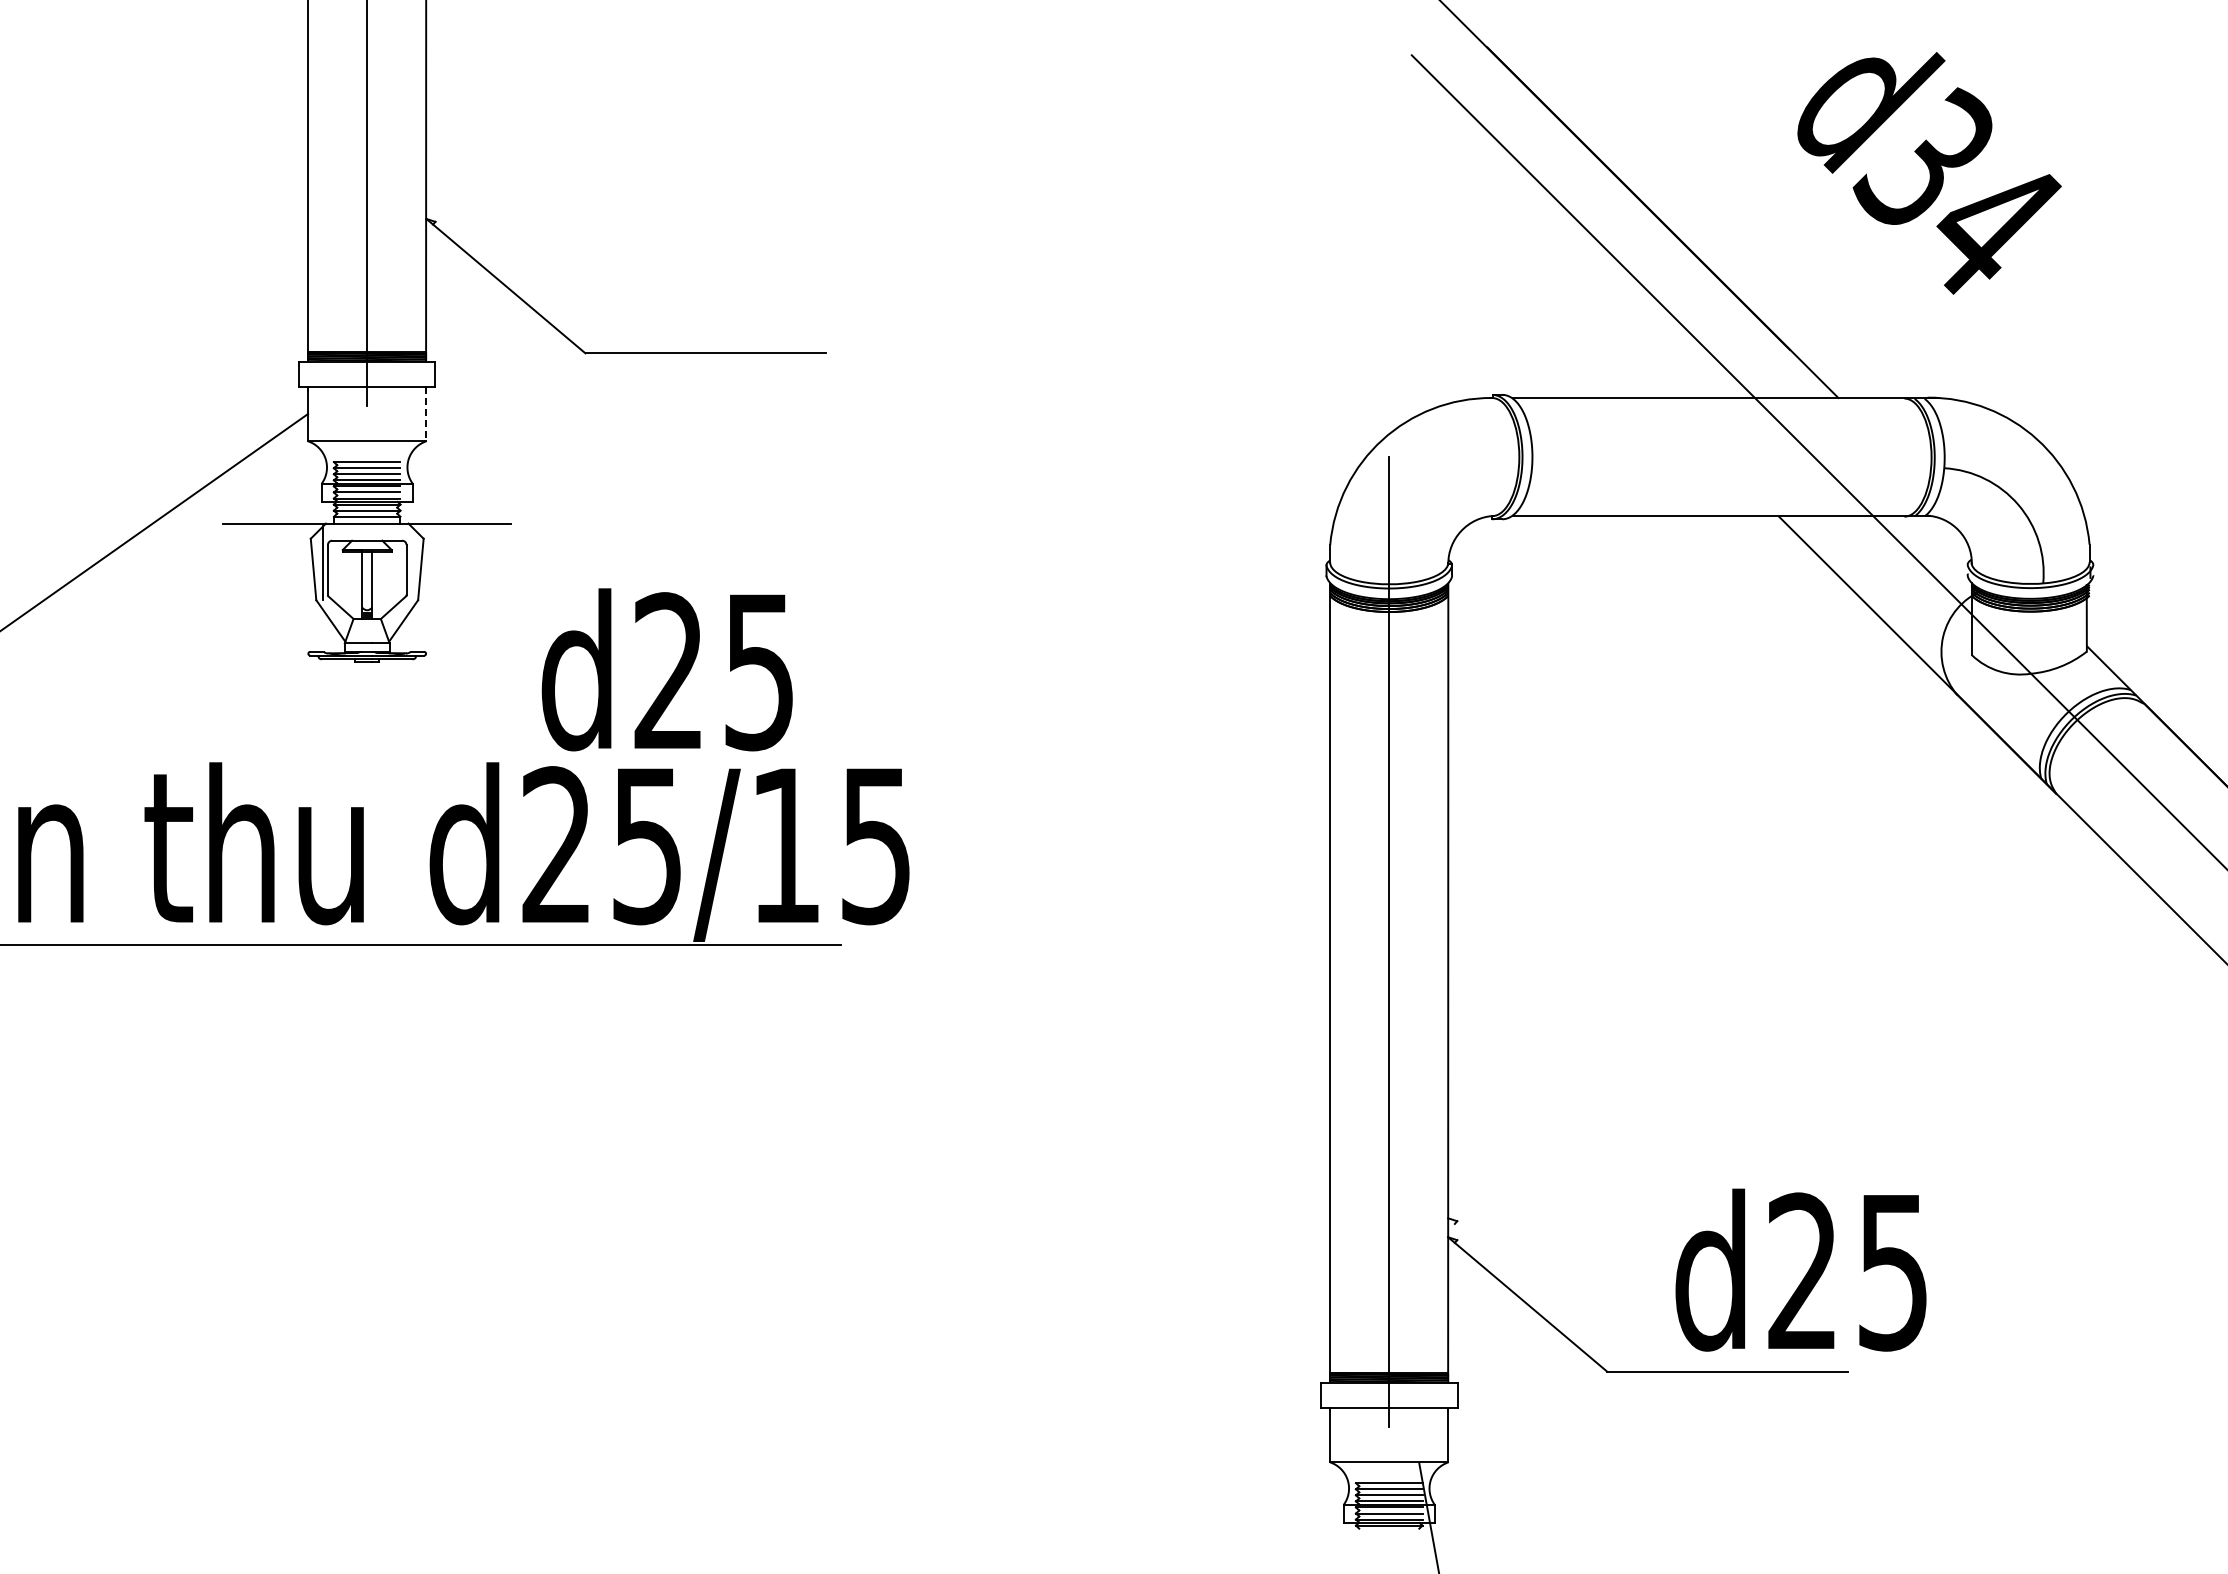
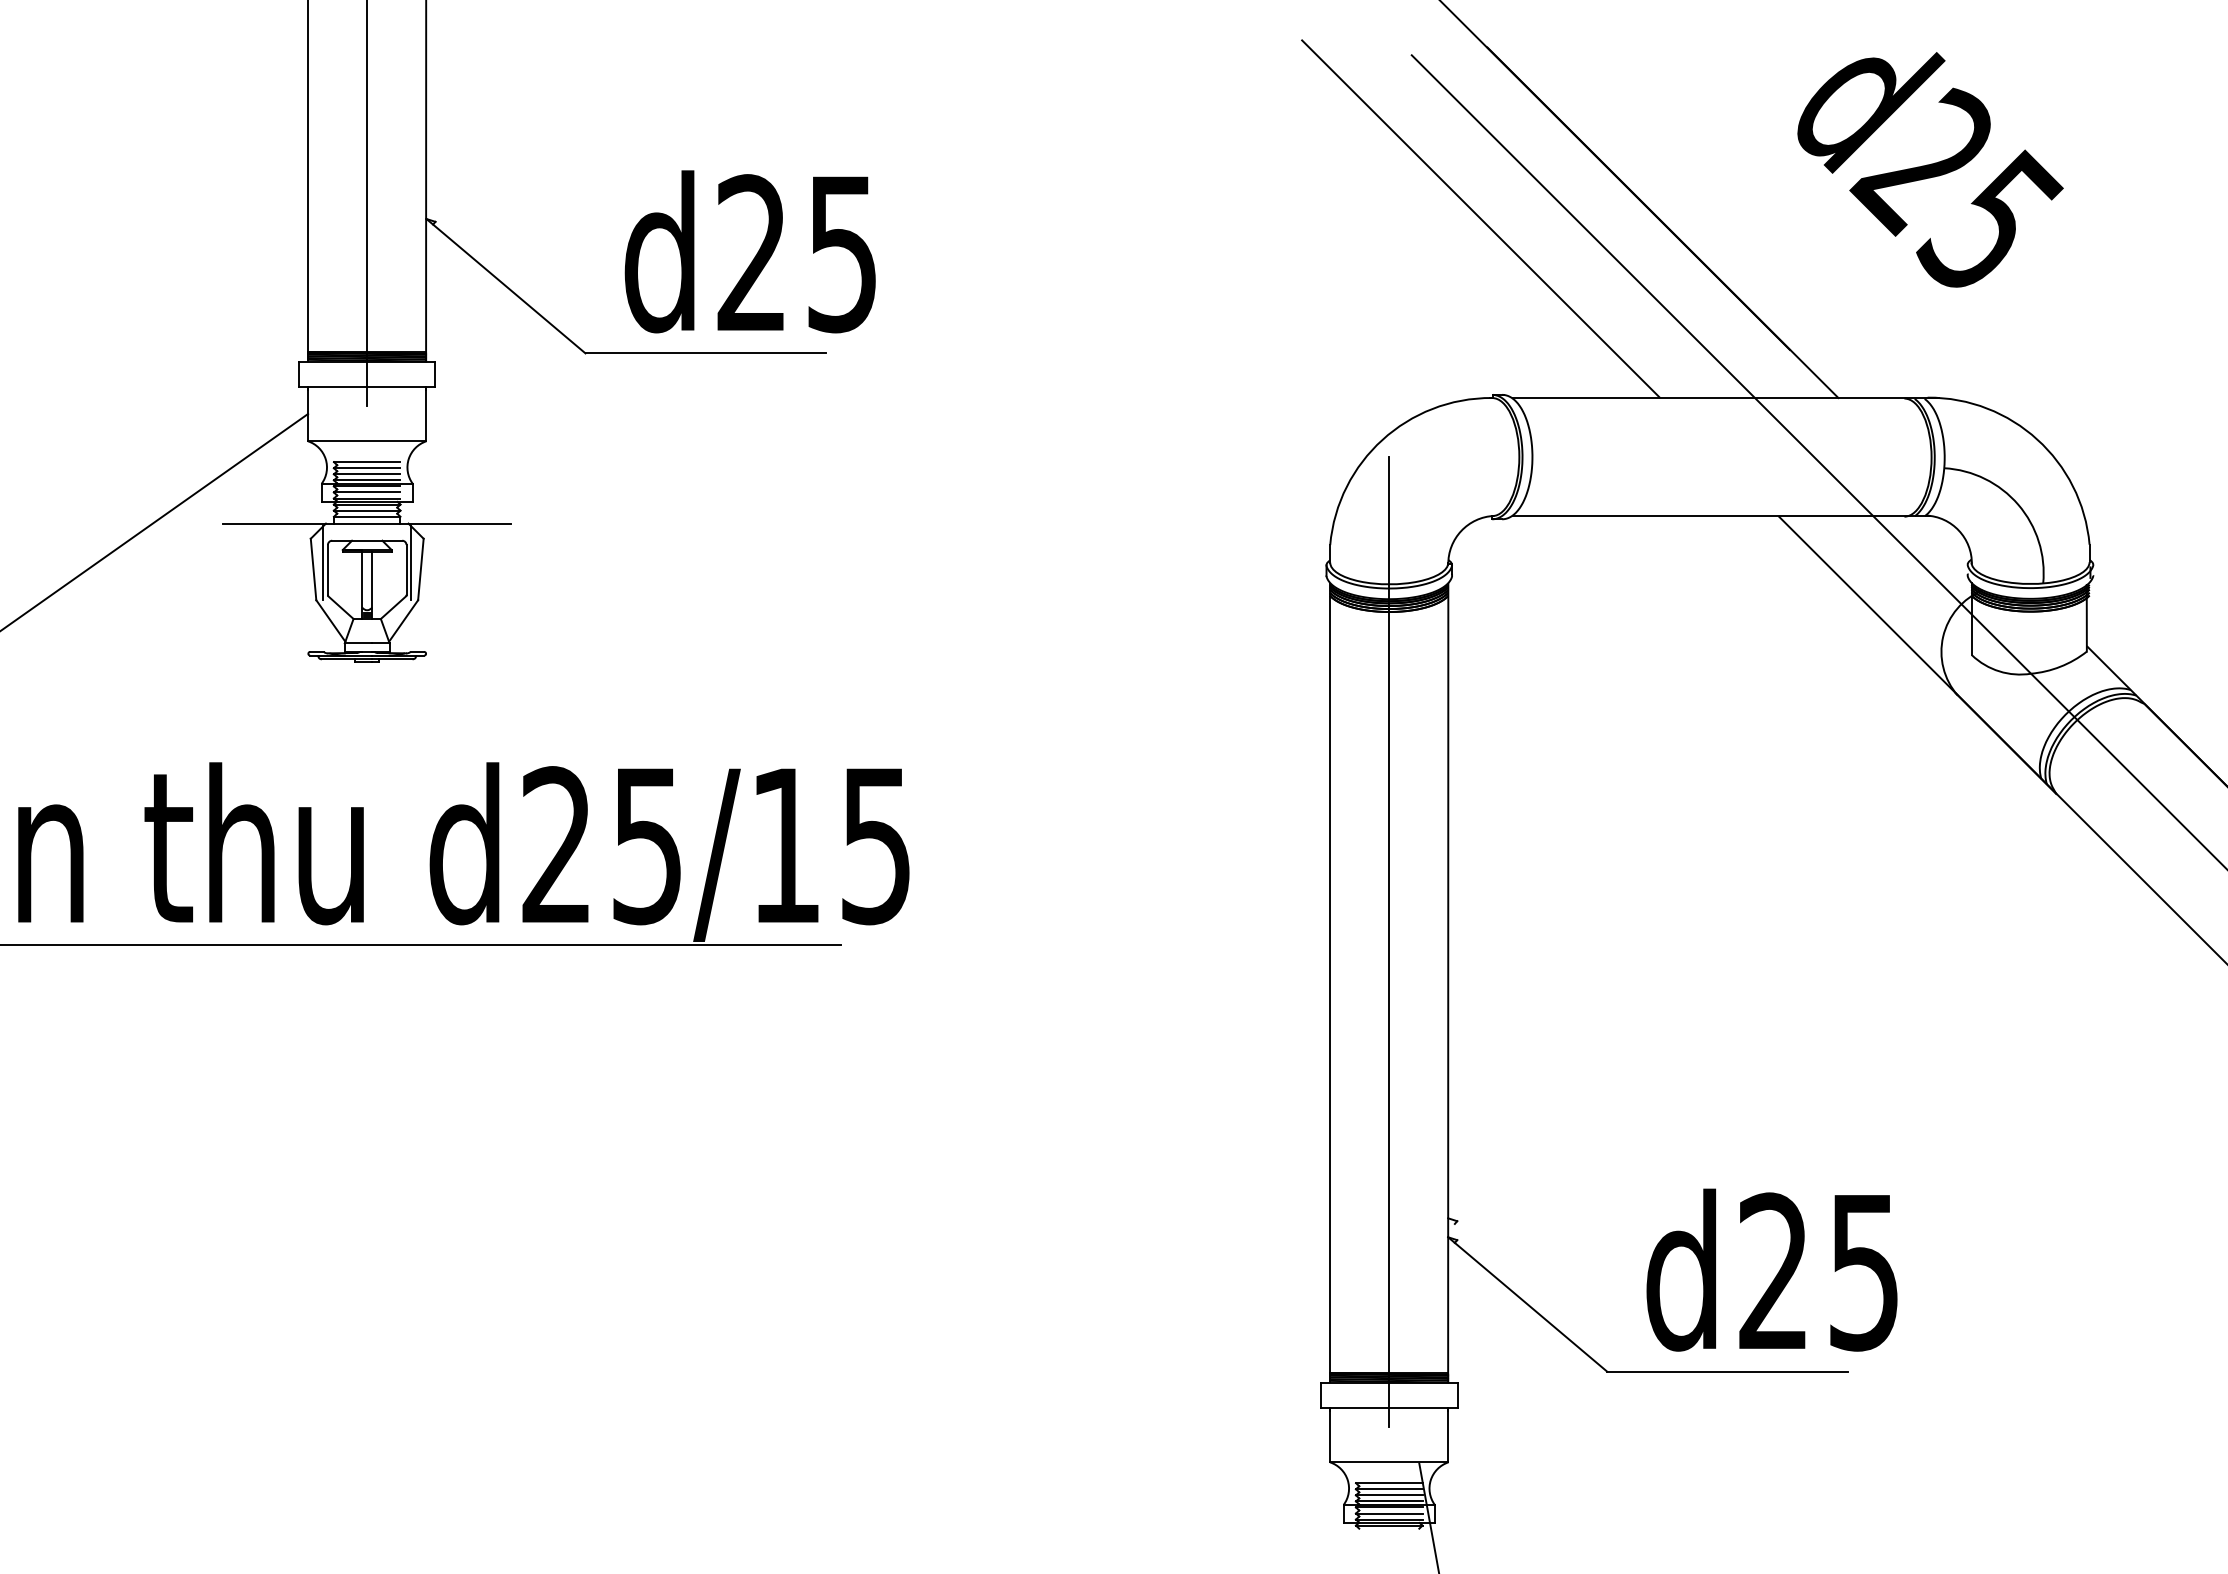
text at (1956, 190): d34 -> d25
line at (1480, 218): none -> present
line at (426, 414): dashed -> solid
line at (411, 562): none -> present
text at (666, 669) position: (666, 669) -> (749, 251)
text at (1800, 1269) position: (1800, 1269) -> (1771, 1269)
